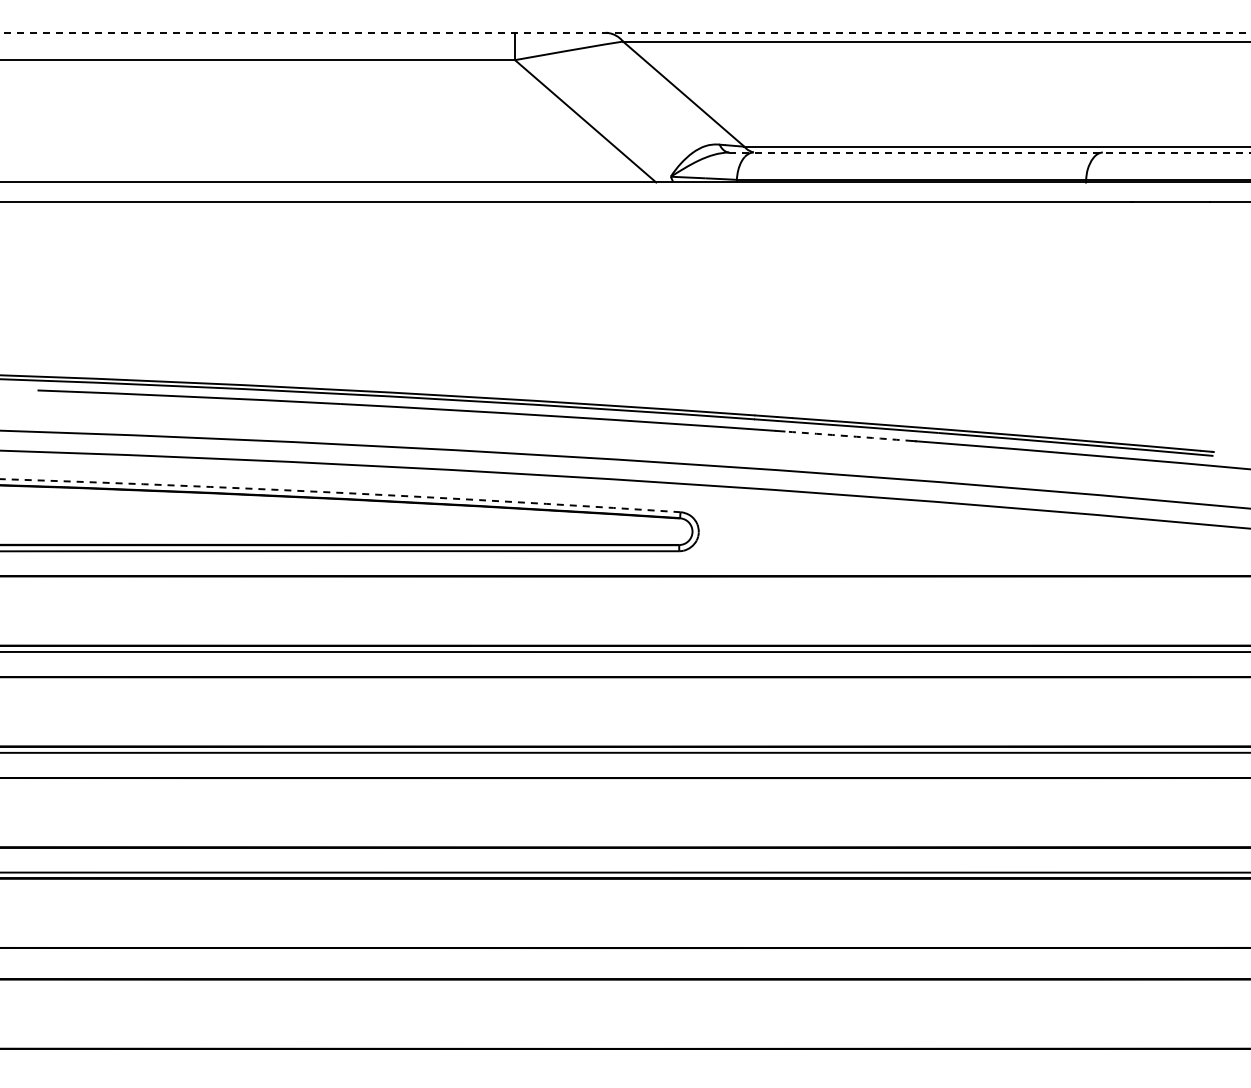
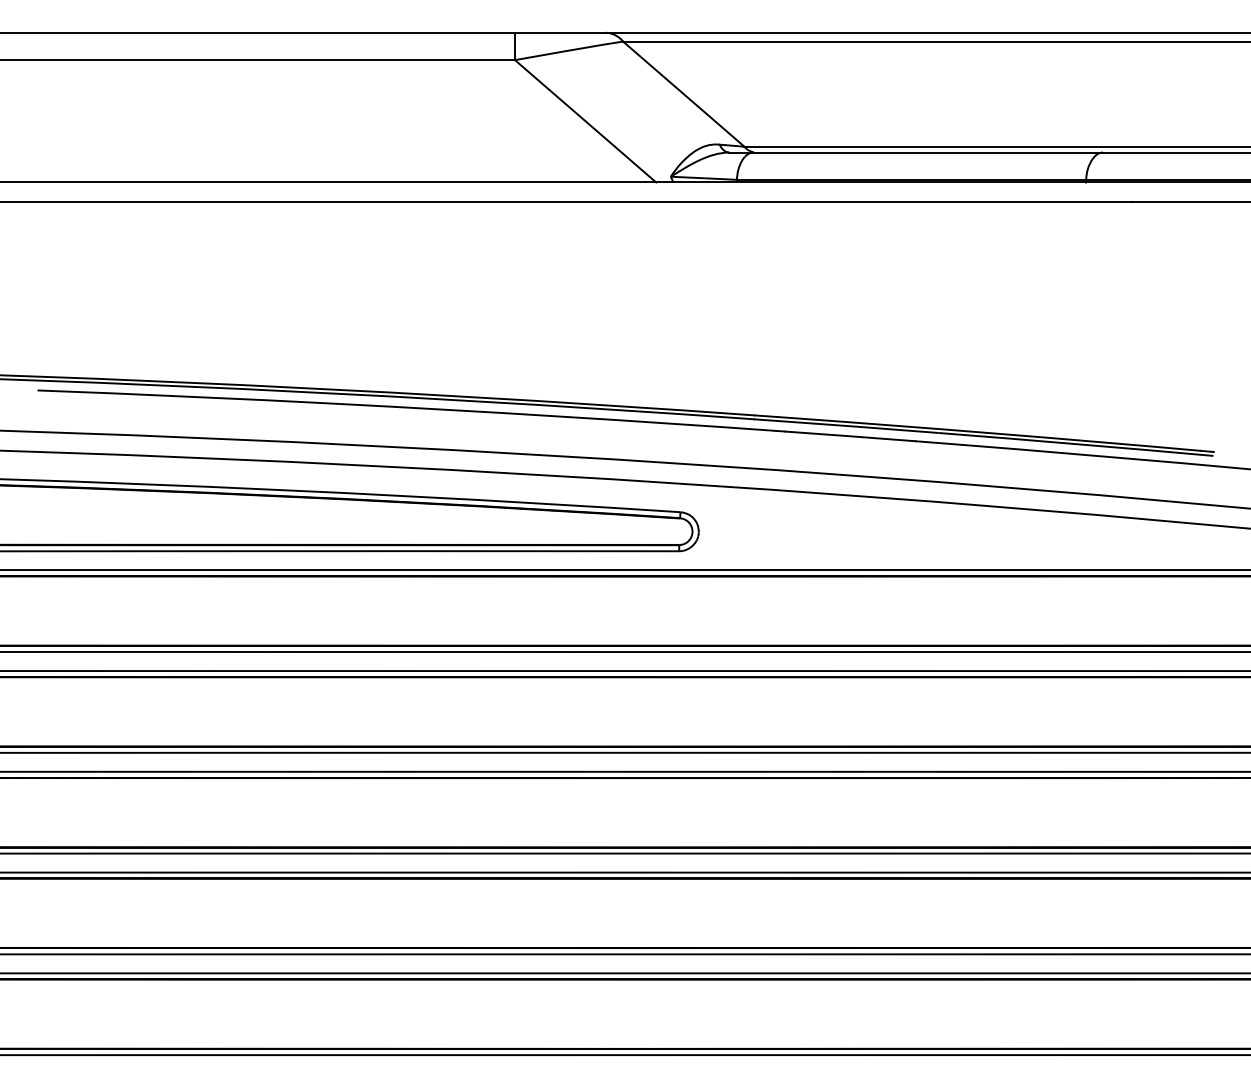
line at (625, 32): dashed -> solid
line at (990, 152): dashed -> solid
arc at (848, 436): dashed -> solid
arc at (339, 492): dashed -> solid
line at (624, 570): none -> present
line at (624, 671): none -> present
line at (624, 771): none -> present
line at (624, 853): none -> present
line at (624, 954): none -> present
line at (624, 973): none -> present
line at (624, 1055): none -> present
